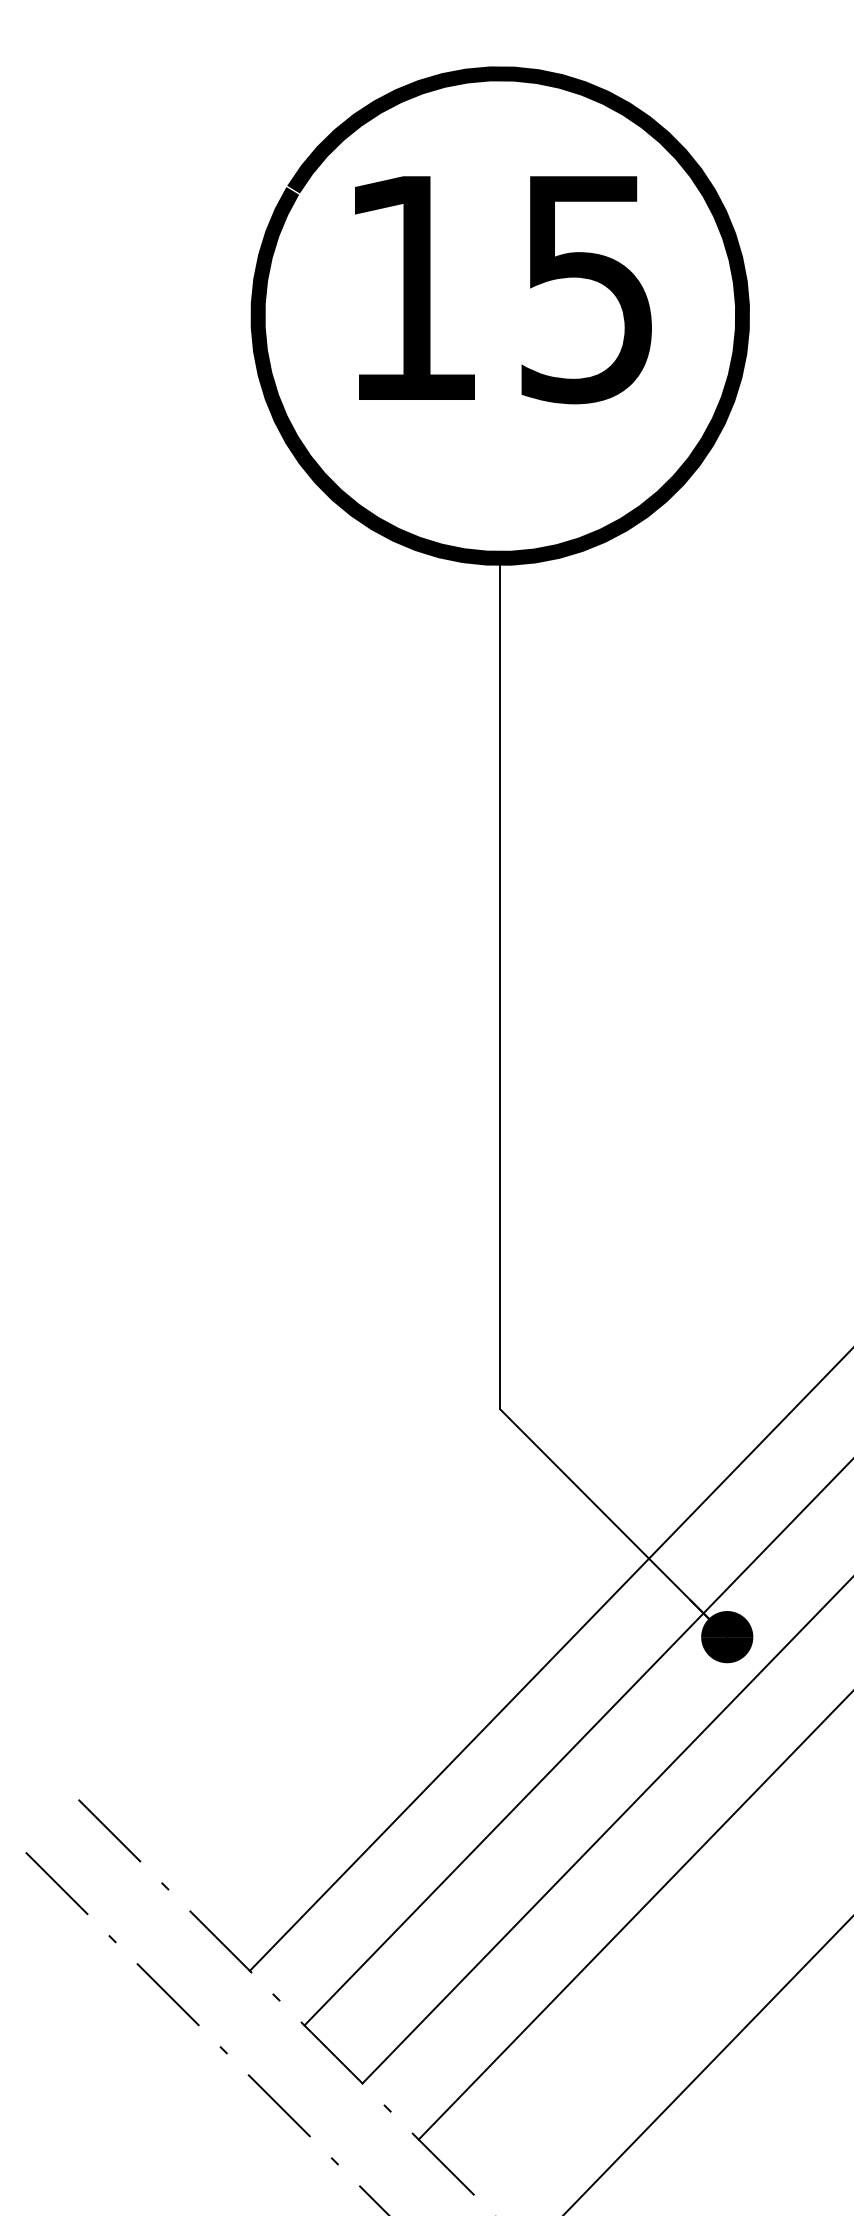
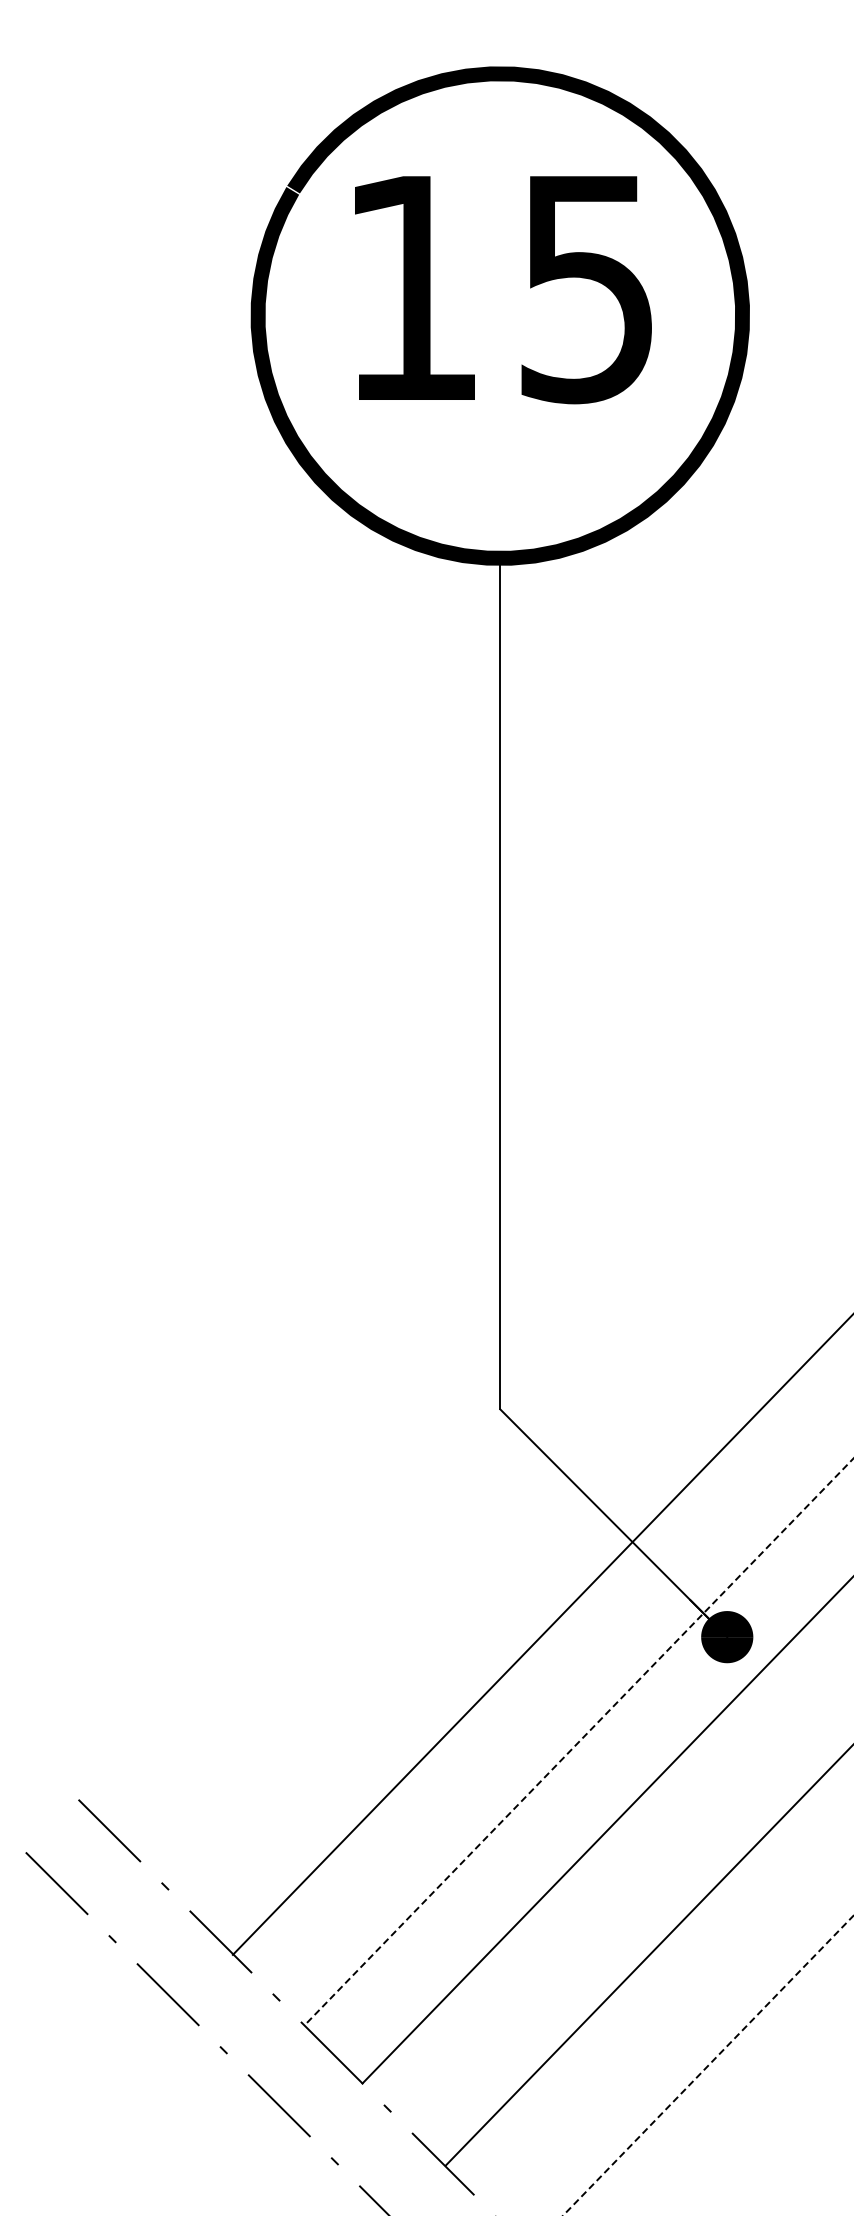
line at (549, 1660) position: (549, 1660) -> (541, 1635)
line at (579, 1741): solid -> dashed
line at (634, 1916) position: (634, 1916) -> (647, 1956)
line at (708, 2065): solid -> dashed
